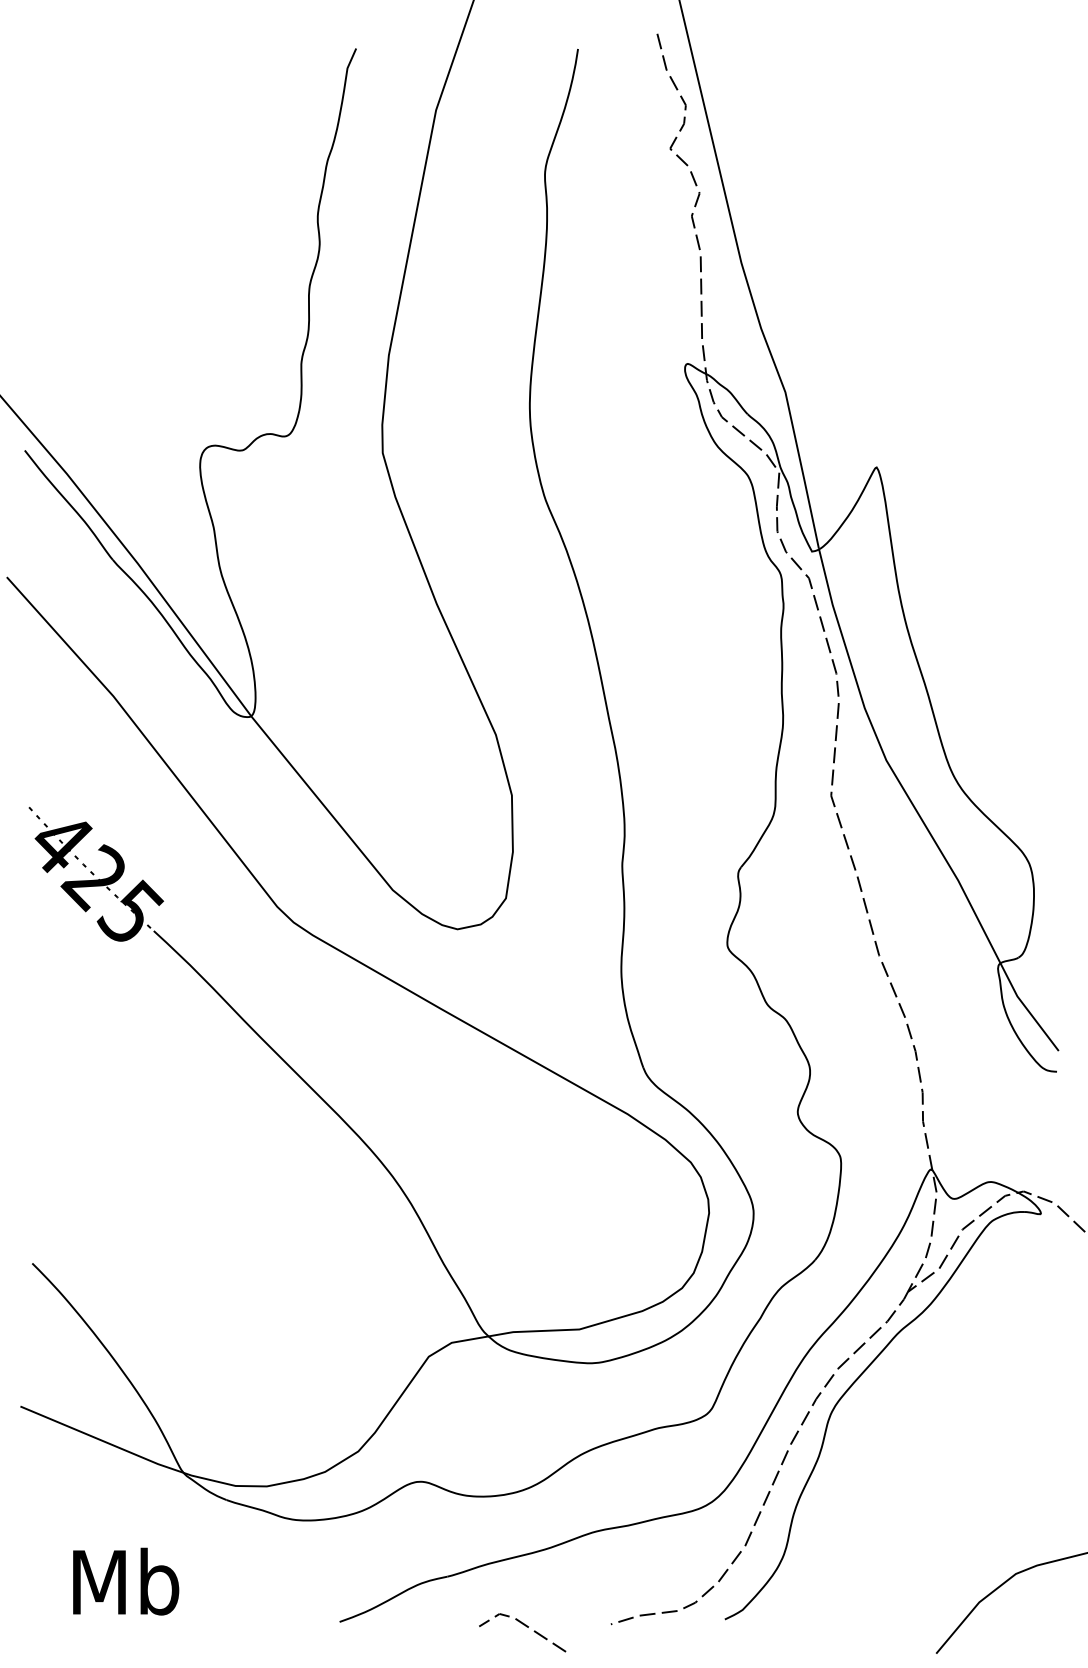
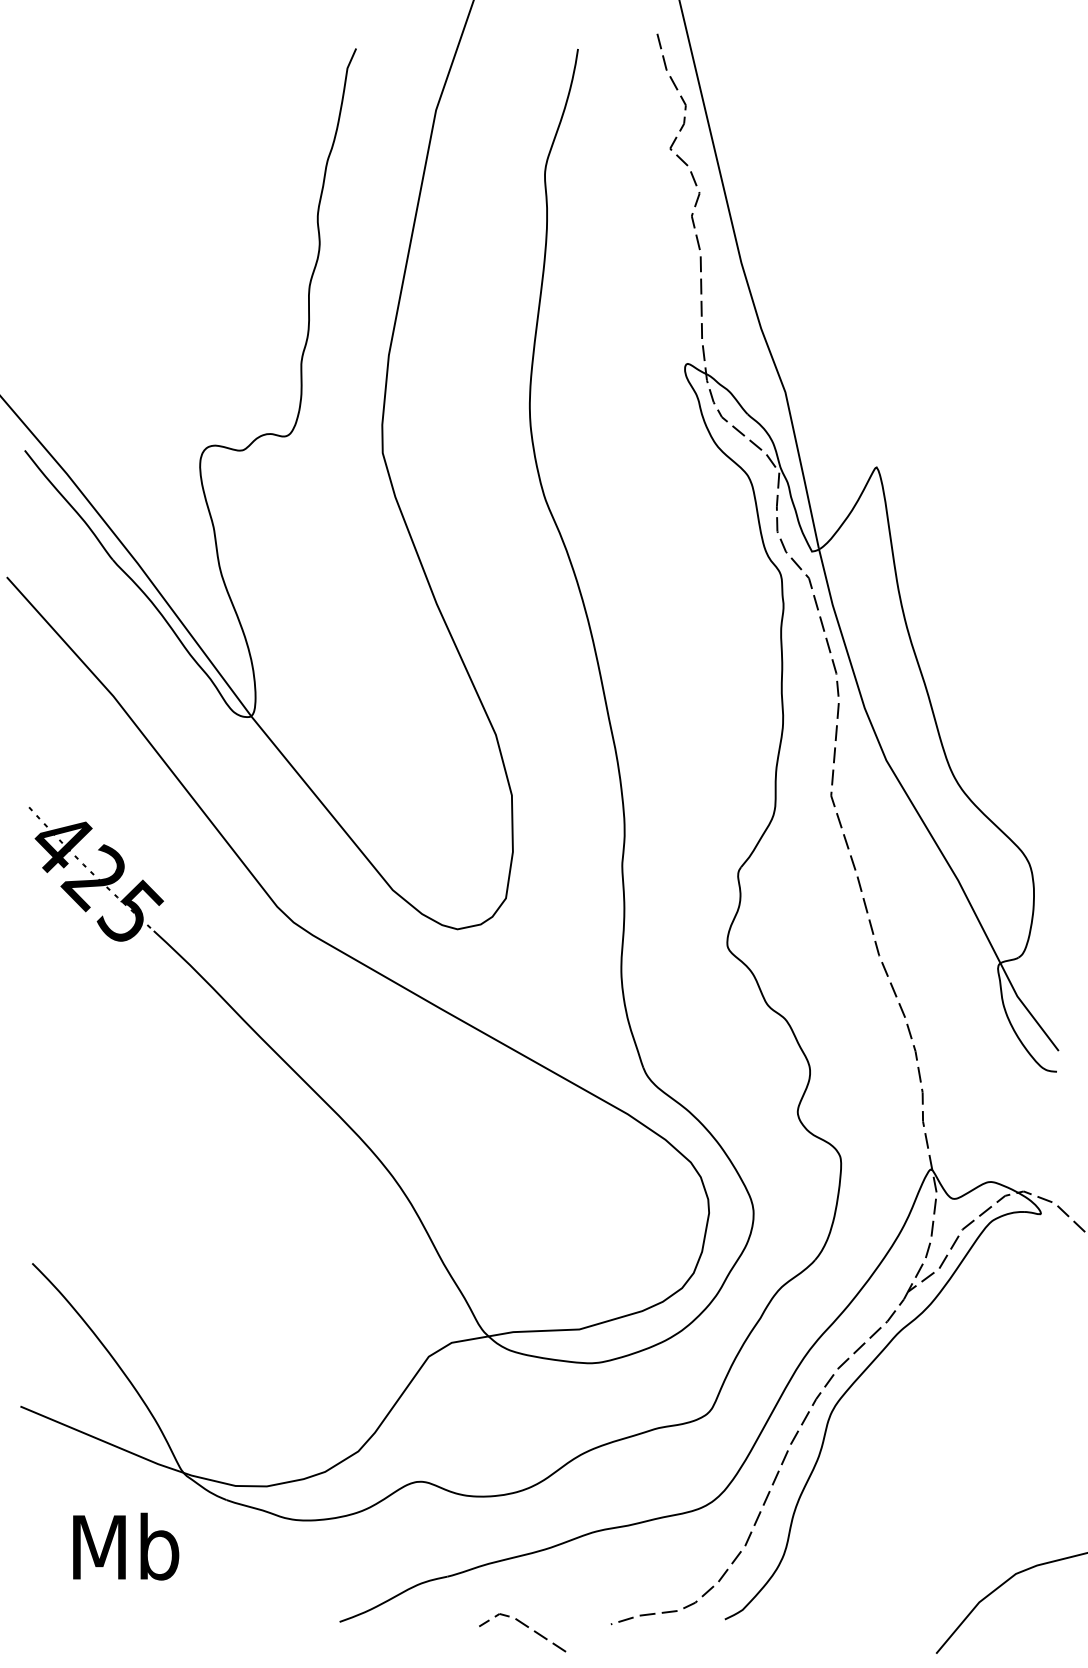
text at (126, 1581) position: (126, 1581) -> (126, 1546)
